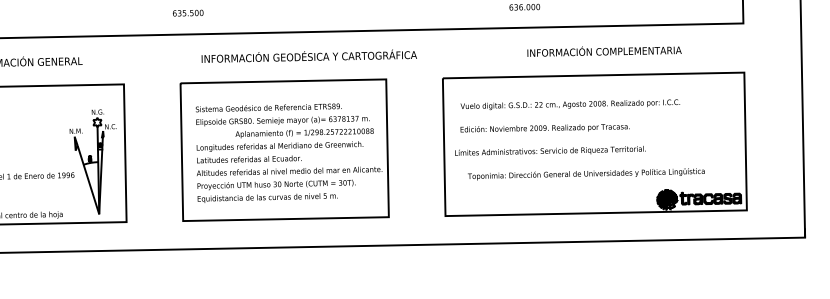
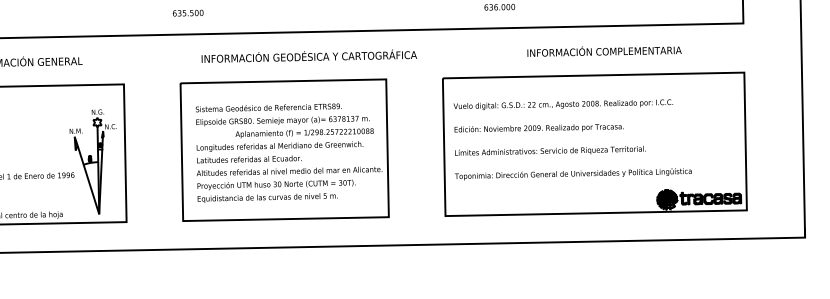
text at (524, 6) position: (524, 6) -> (499, 6)
text at (570, 104) position: (570, 104) -> (563, 104)
text at (544, 128) position: (544, 128) -> (538, 128)
text at (586, 174) position: (586, 174) -> (573, 174)
